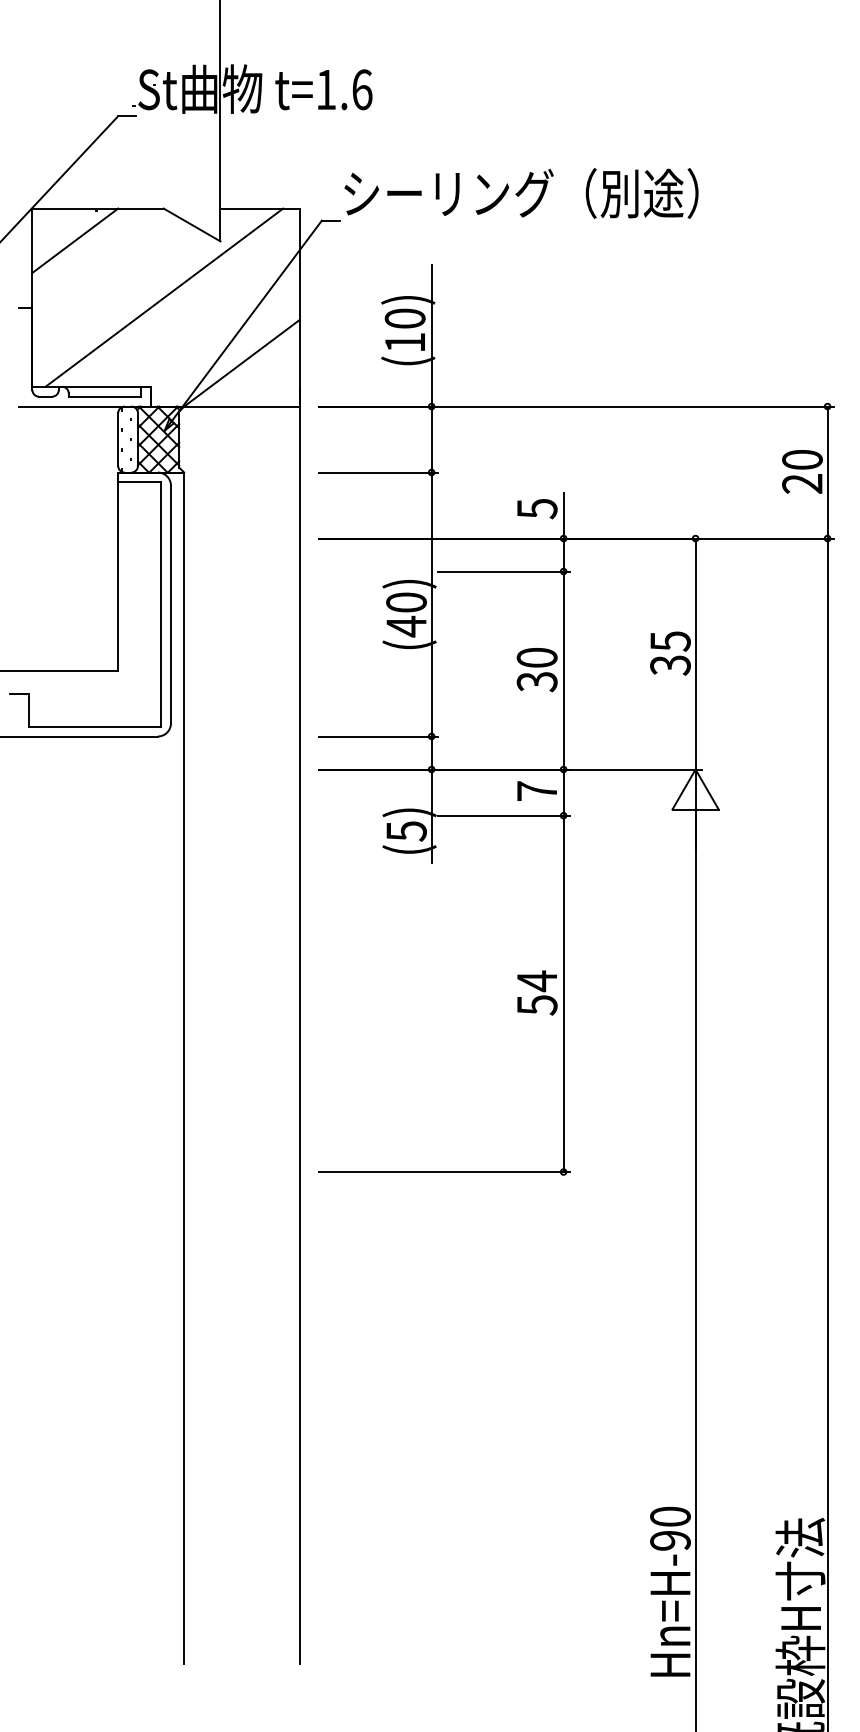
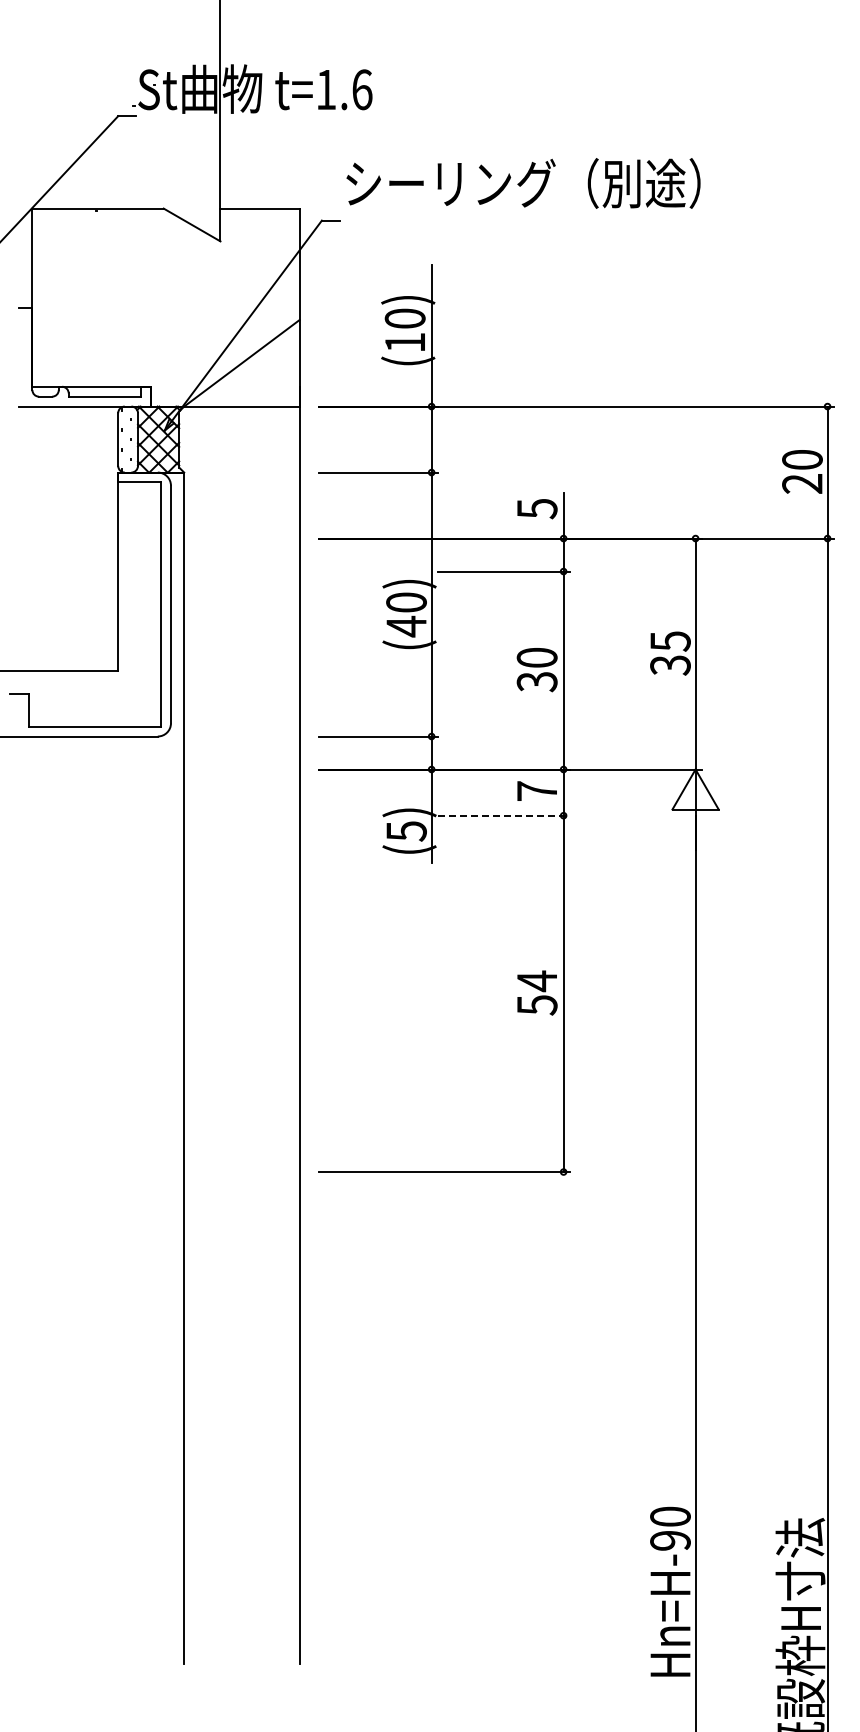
text at (521, 193) position: (521, 193) -> (523, 183)
line at (75, 240): present -> none
line at (164, 297): present -> none
line at (504, 815): solid -> dashed
